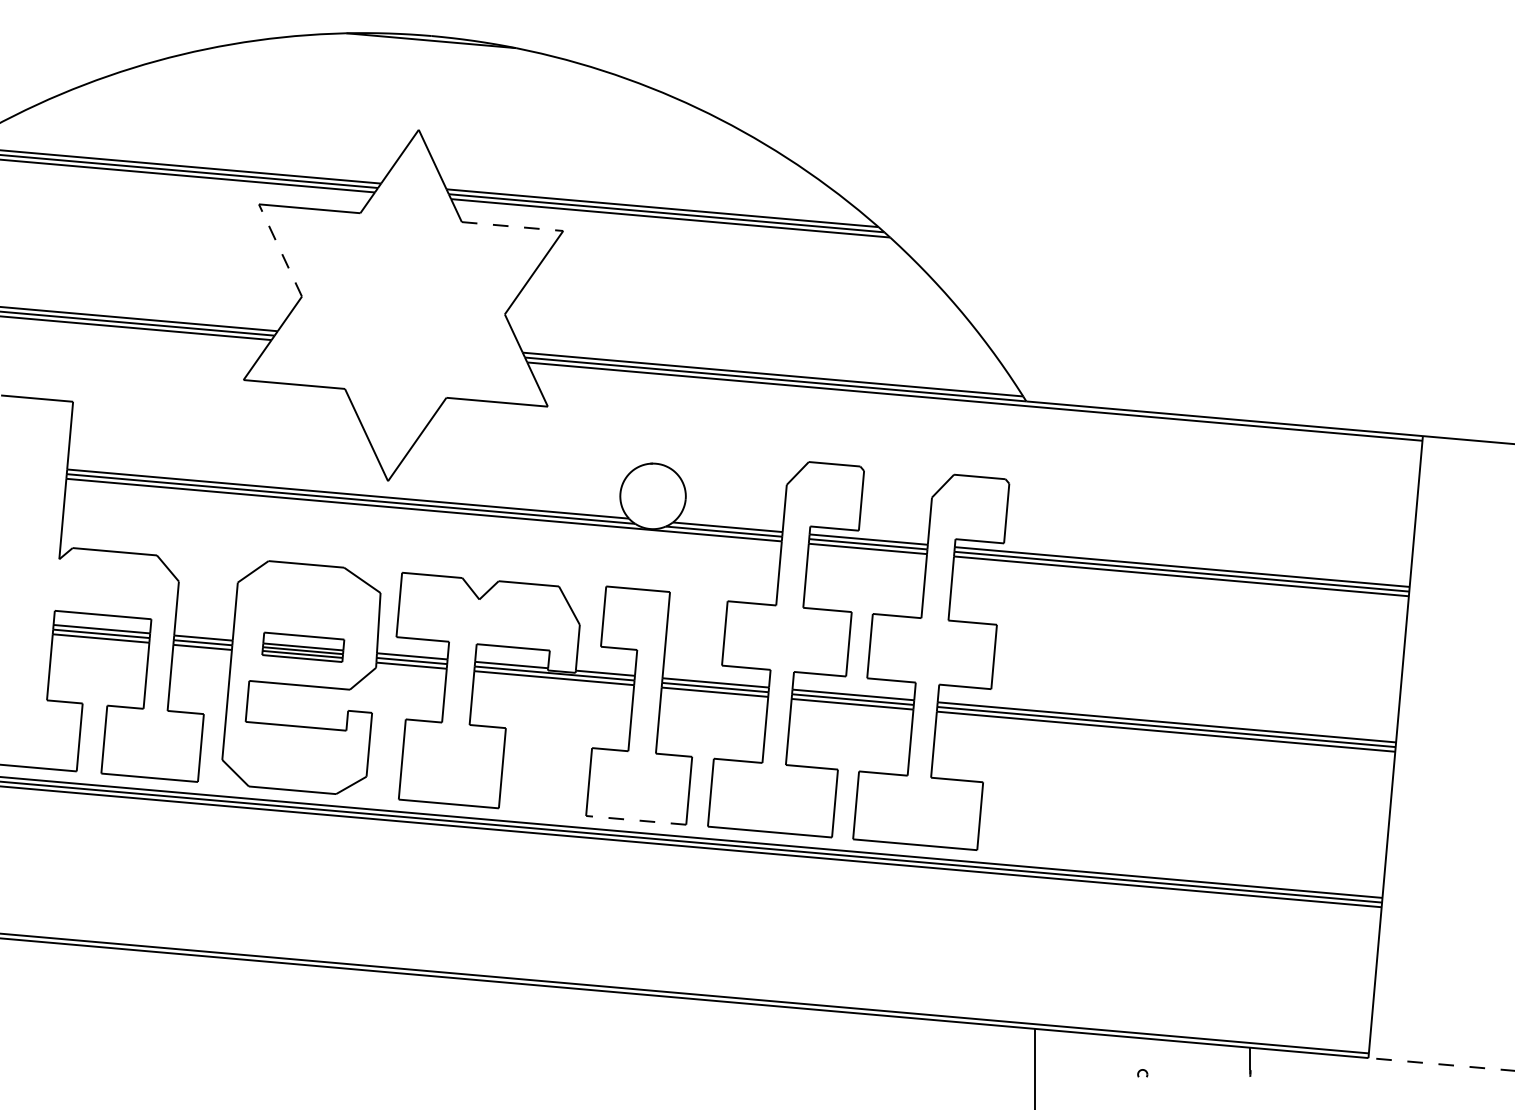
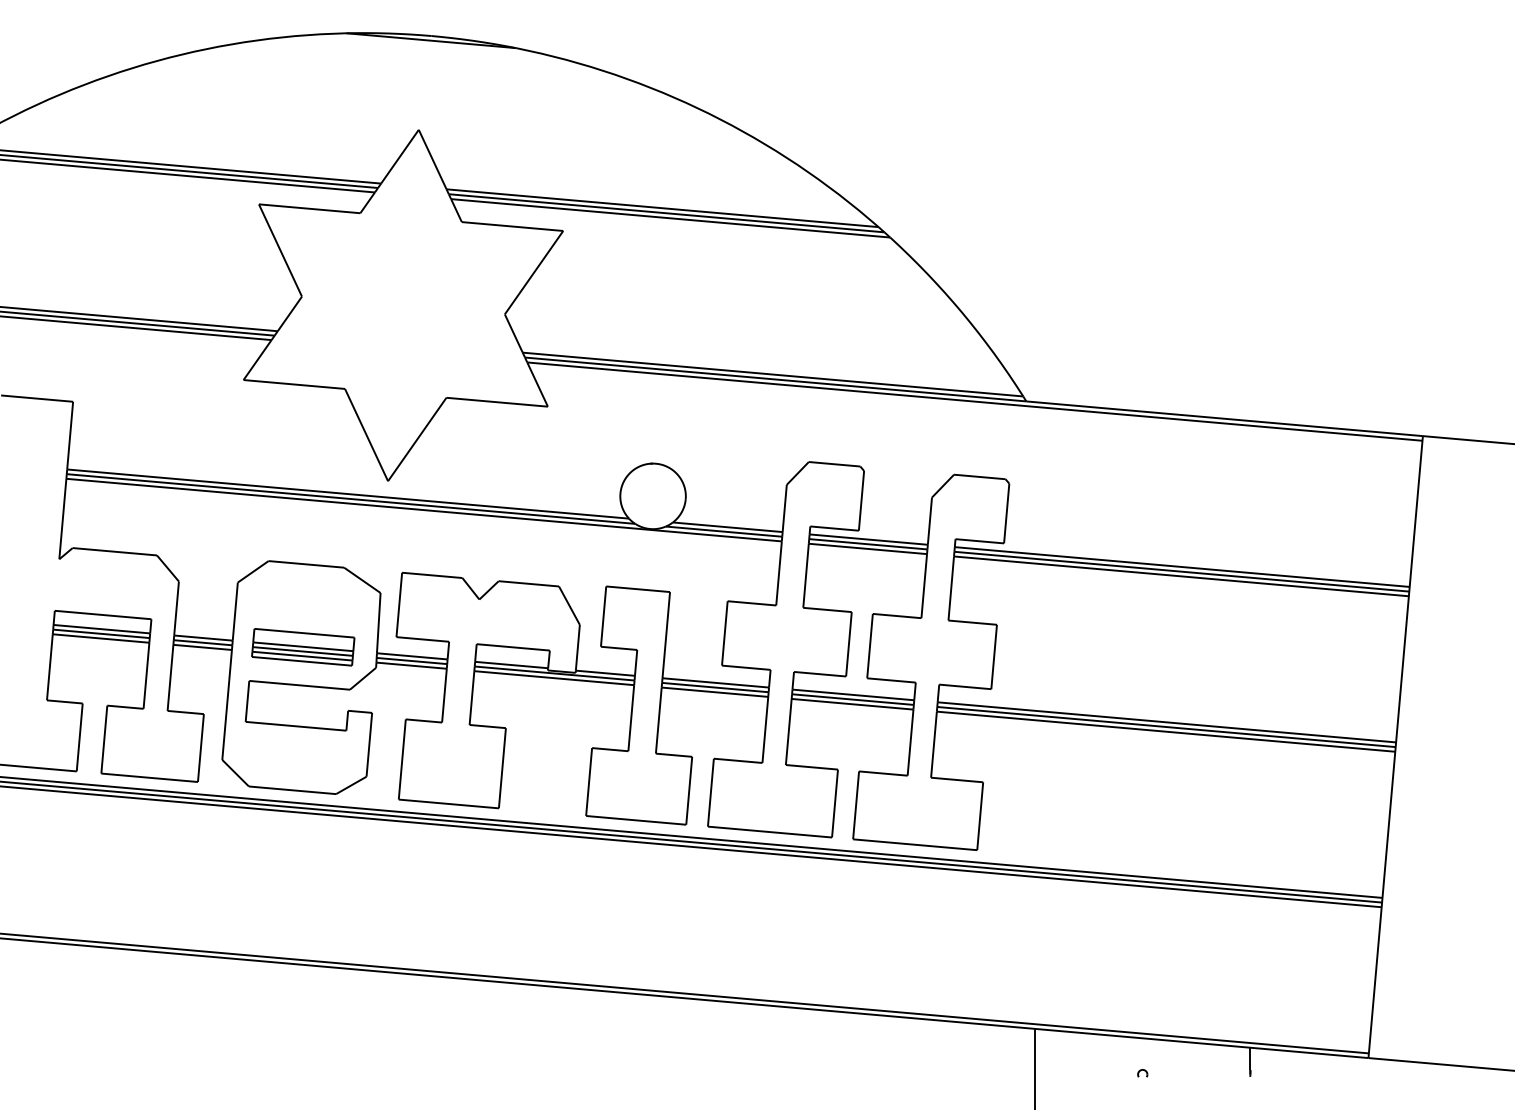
line at (512, 226): dashed -> solid
line at (280, 250): dashed -> solid
part at (303, 646) size: 85x32 px -> 105x39 px
line at (635, 820): dashed -> solid
line at (1440, 1064): dashed -> solid
